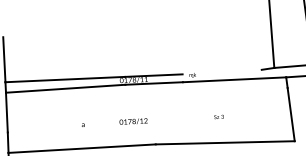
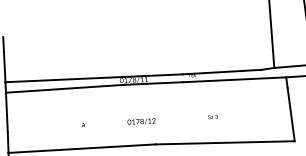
line at (221, 71): none -> present
text at (218, 116) position: (218, 116) -> (212, 116)
text at (133, 121) position: (133, 121) -> (141, 121)
